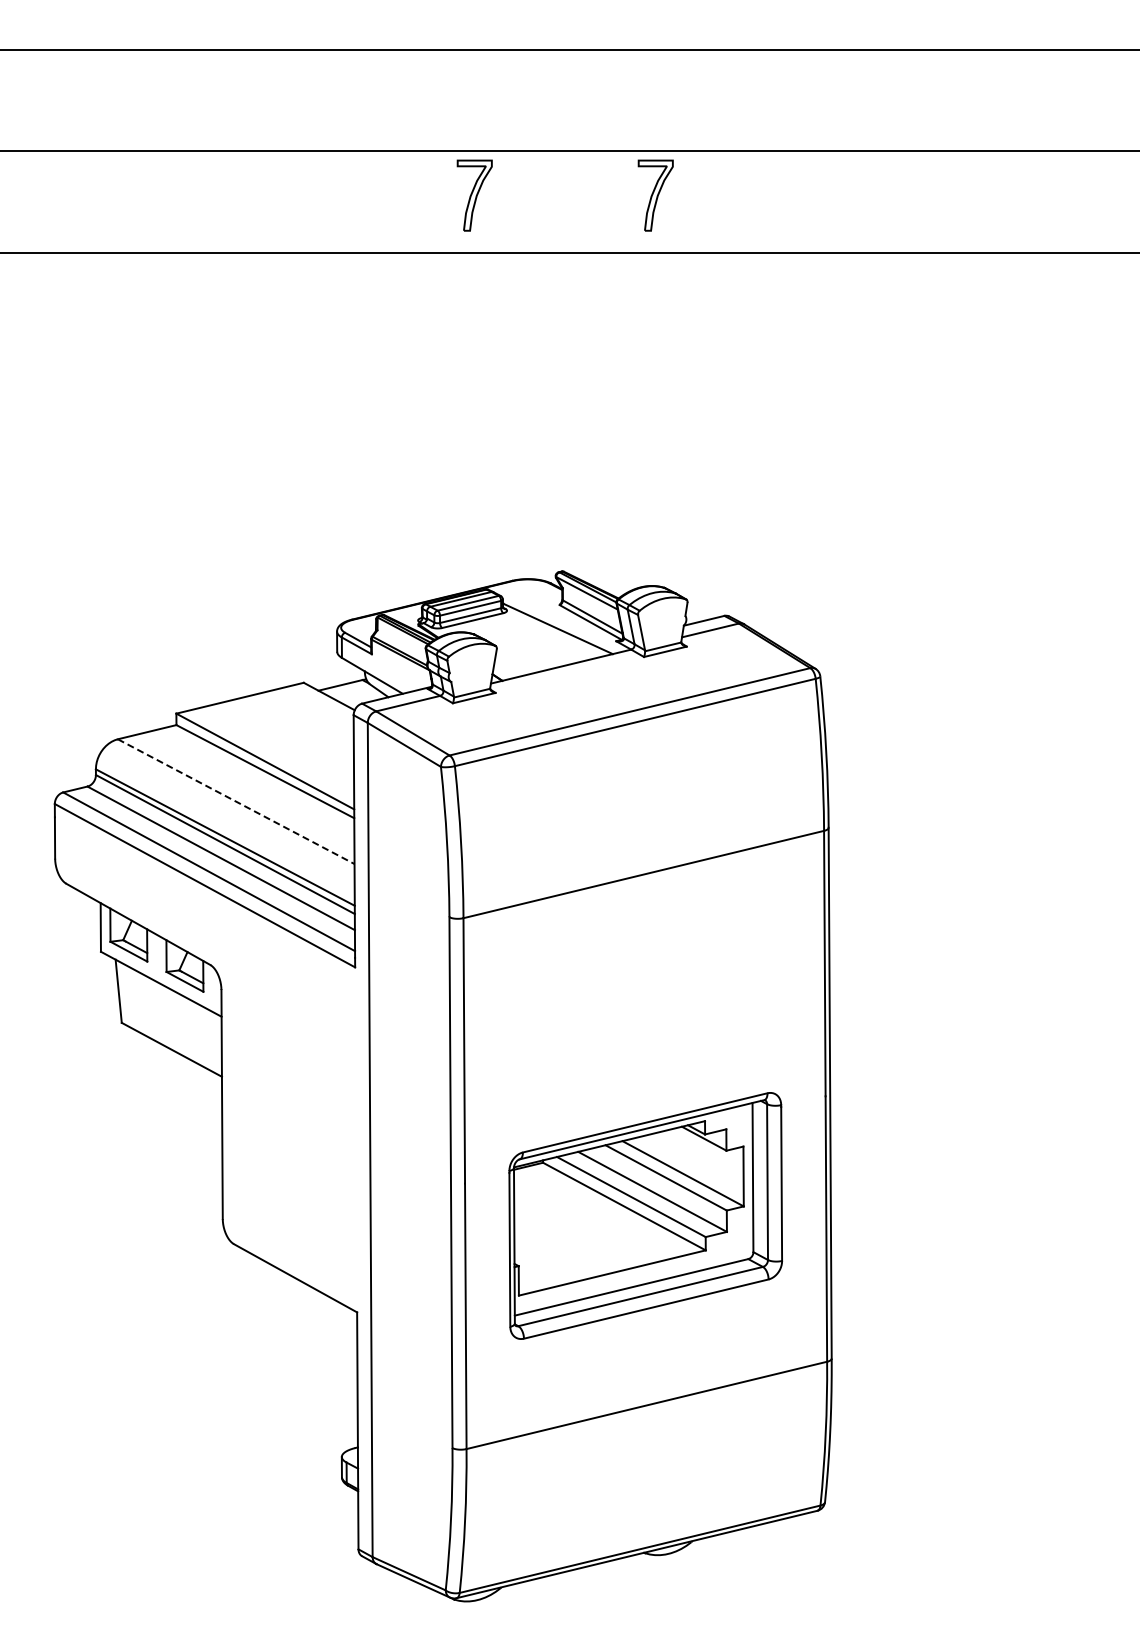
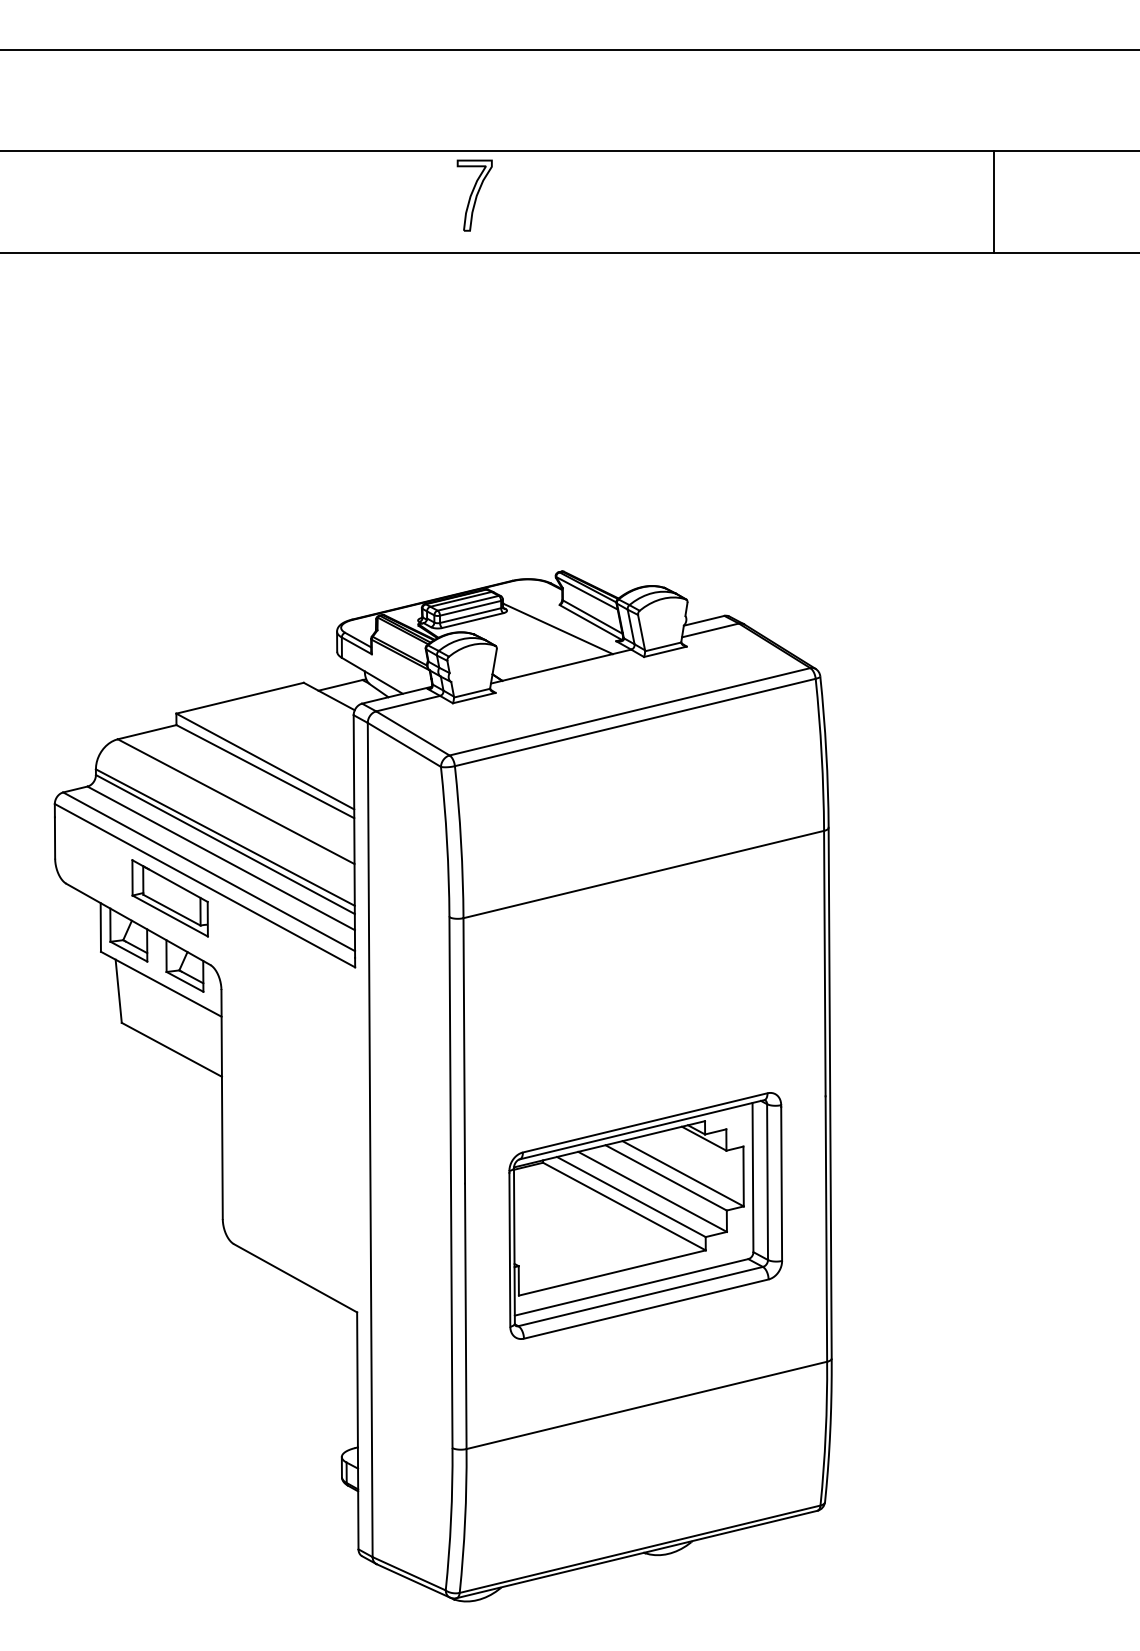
part at (655, 195): present -> none
line at (993, 202): none -> present
line at (236, 801): dashed -> solid
part at (169, 898): none -> present
